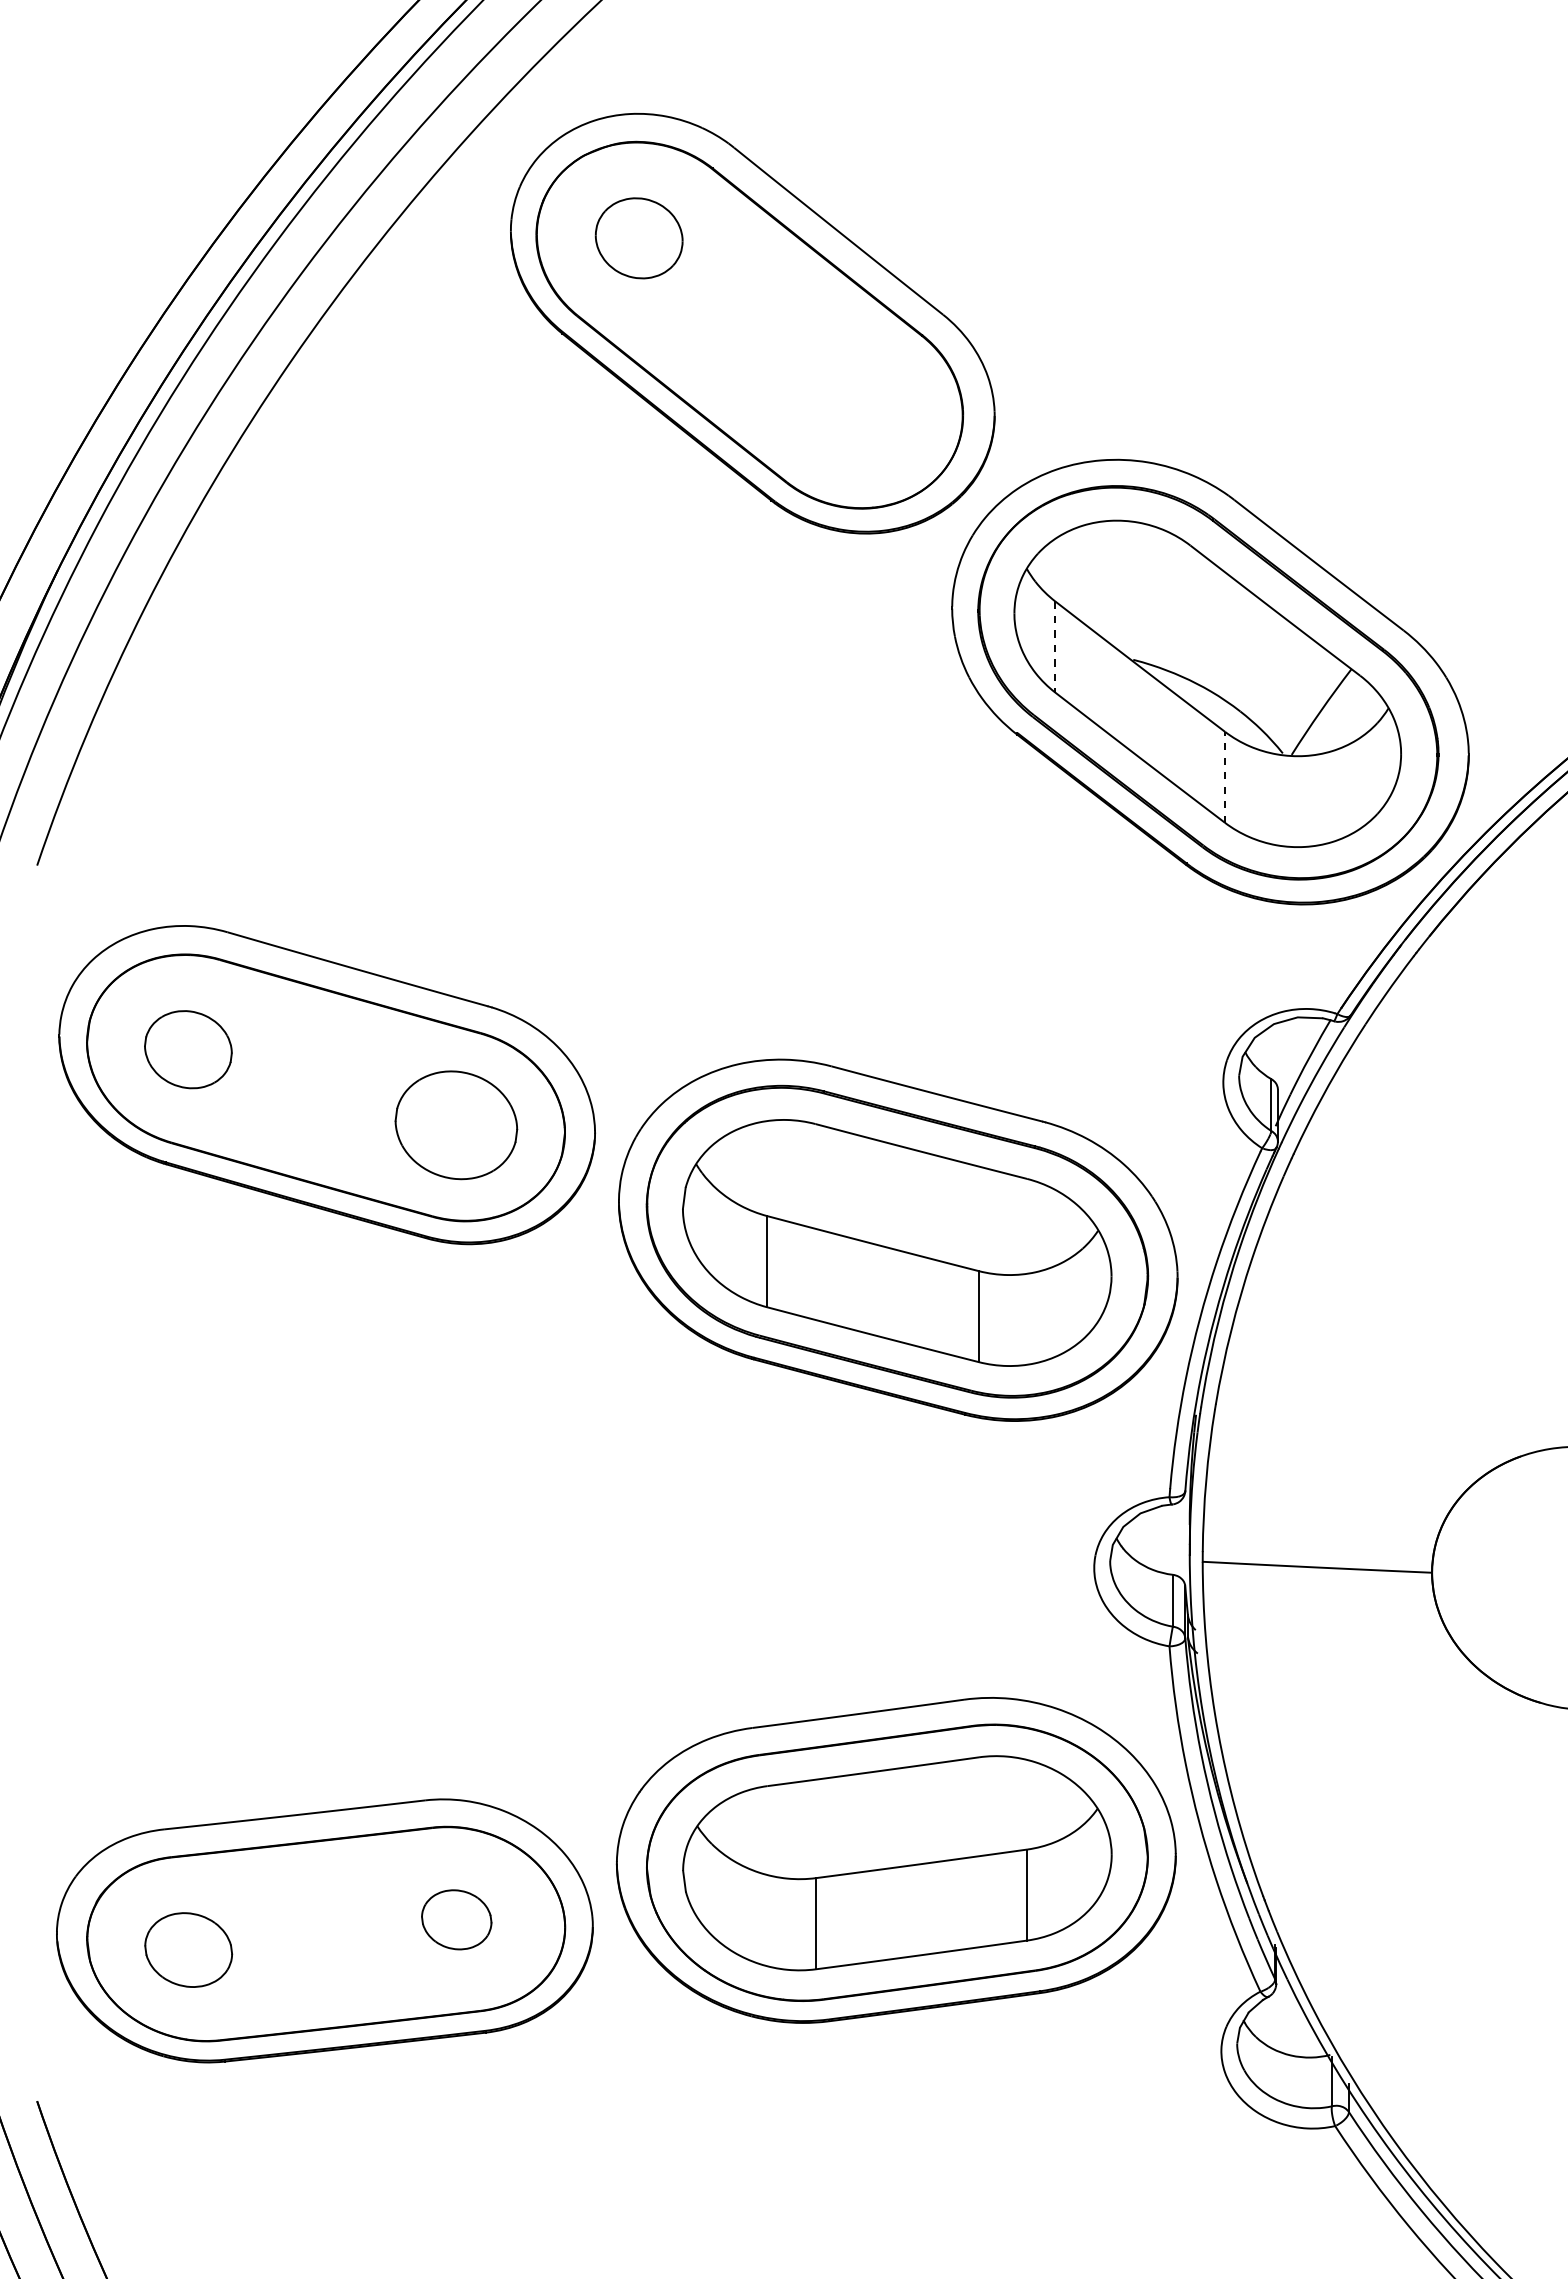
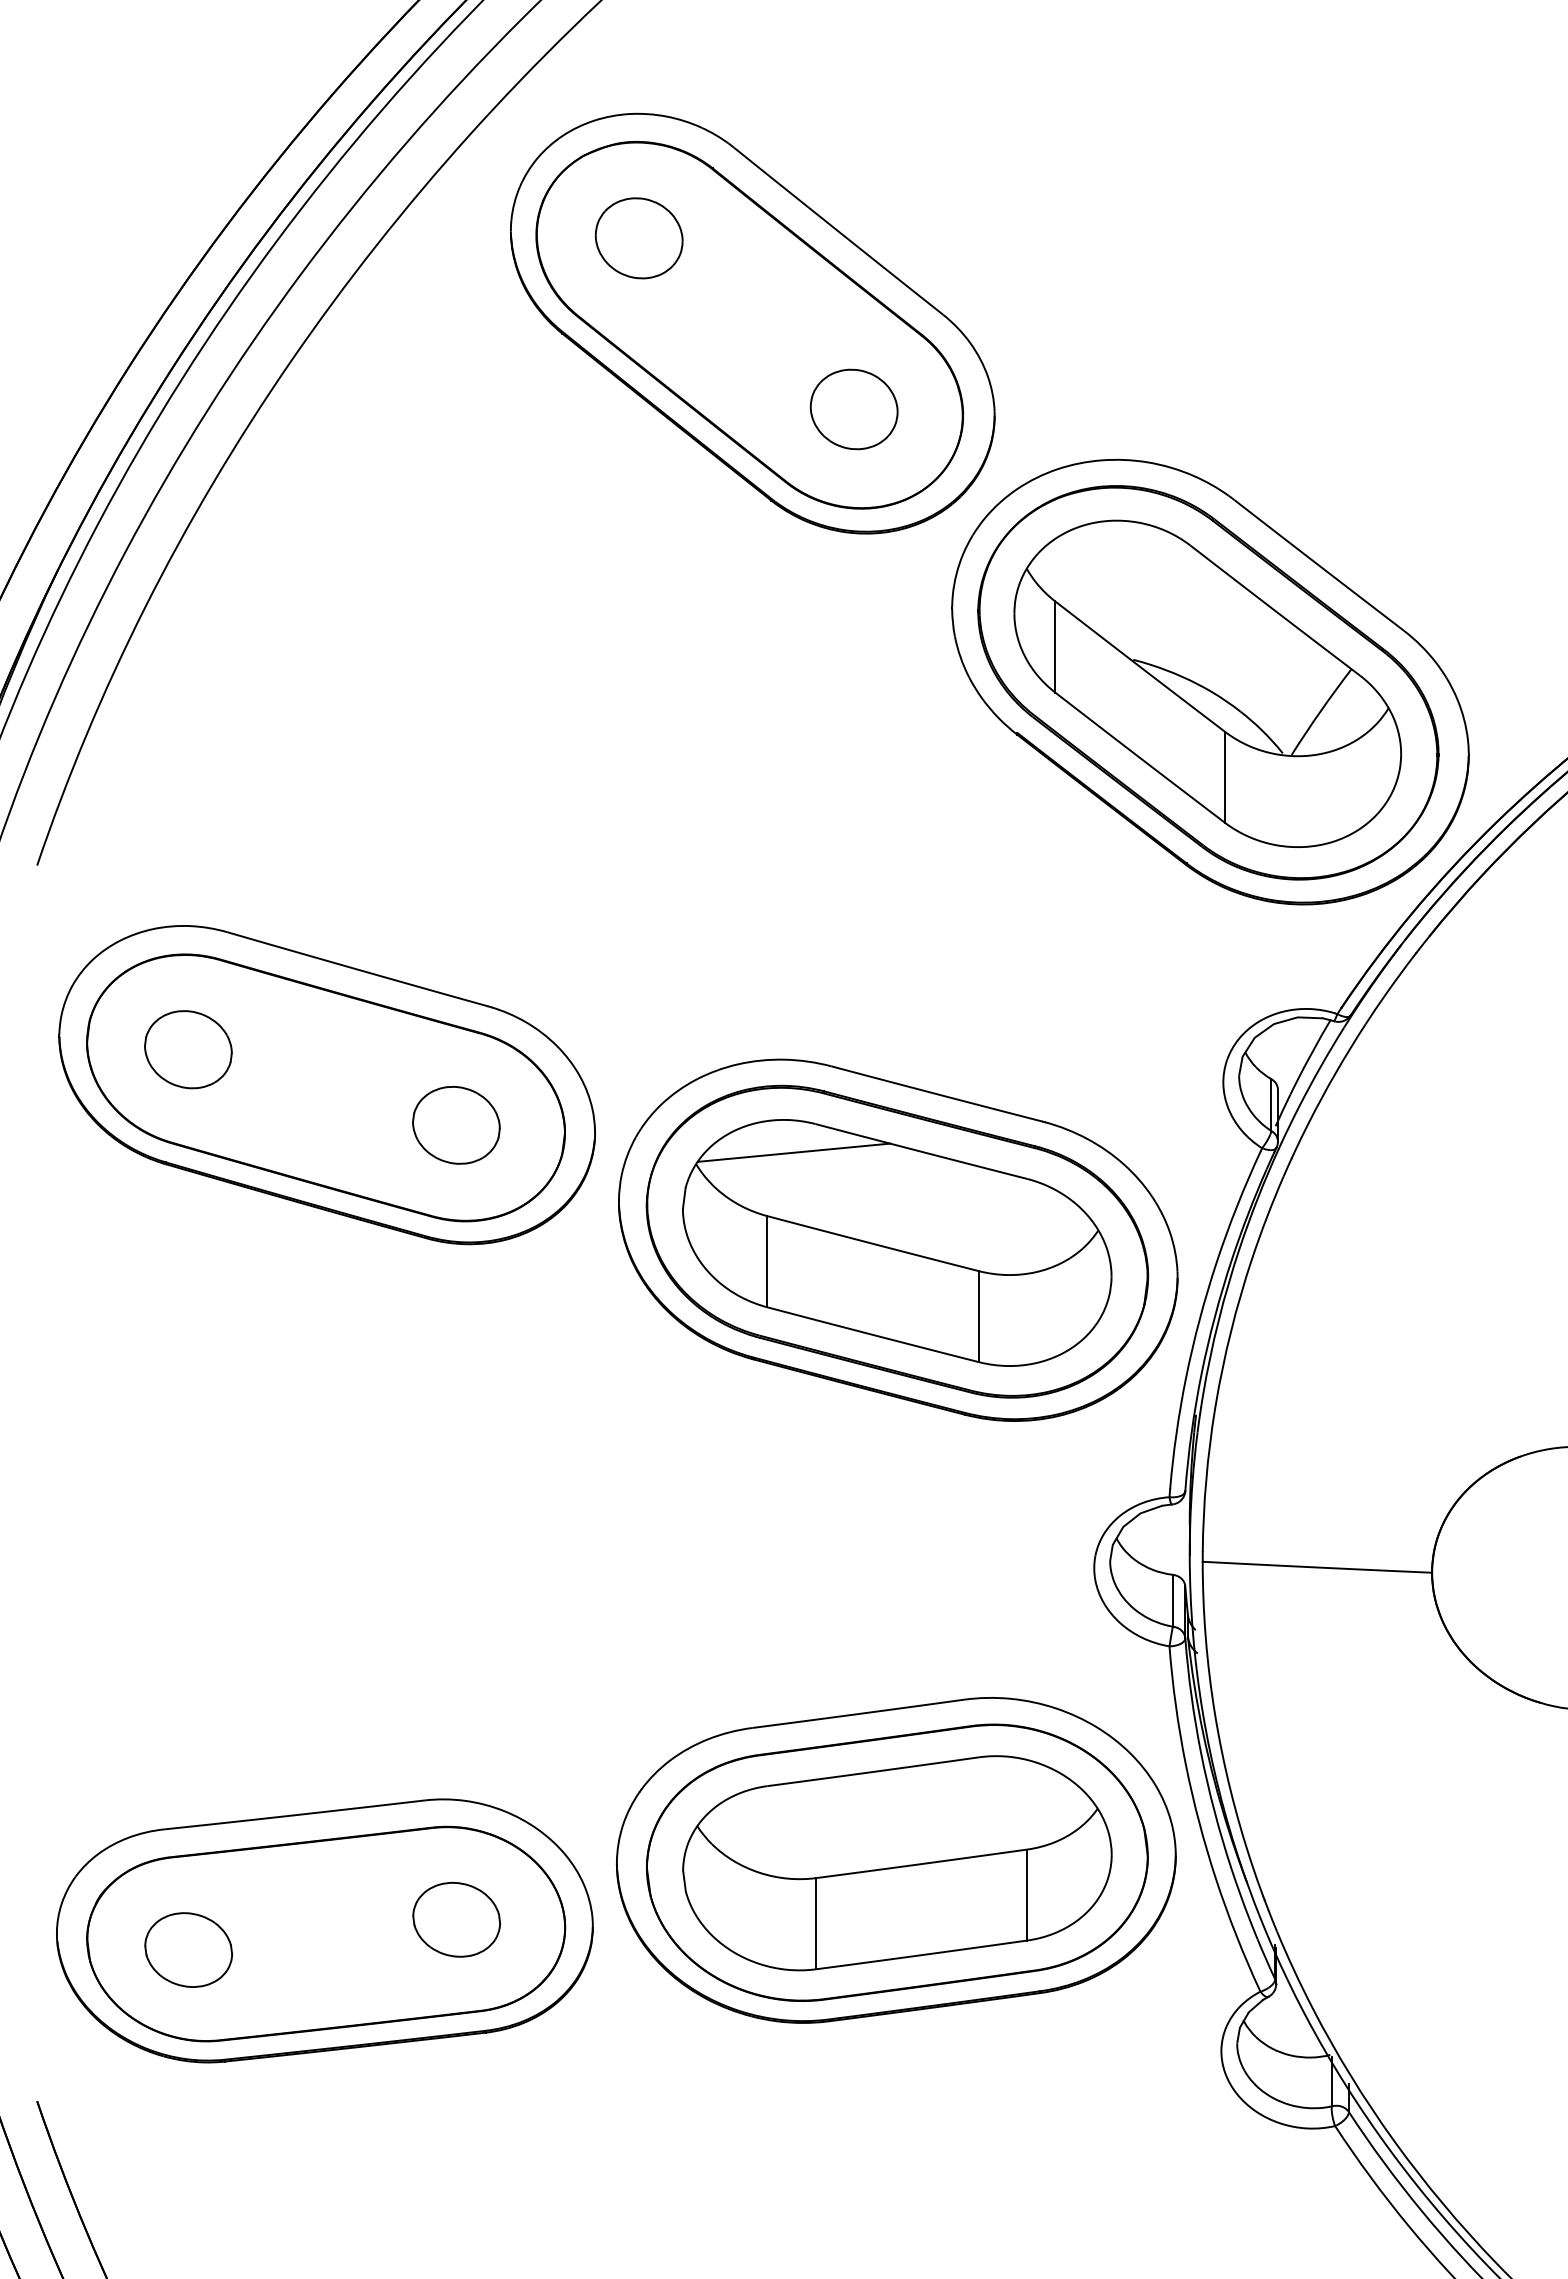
part at (853, 409): none -> present
line at (1055, 647): dashed -> solid
line at (1224, 776): dashed -> solid
part at (456, 1125) size: 125x111 px -> 89x79 px
line at (794, 1152): none -> present
part at (456, 1919) size: 72x62 px -> 90x76 px
